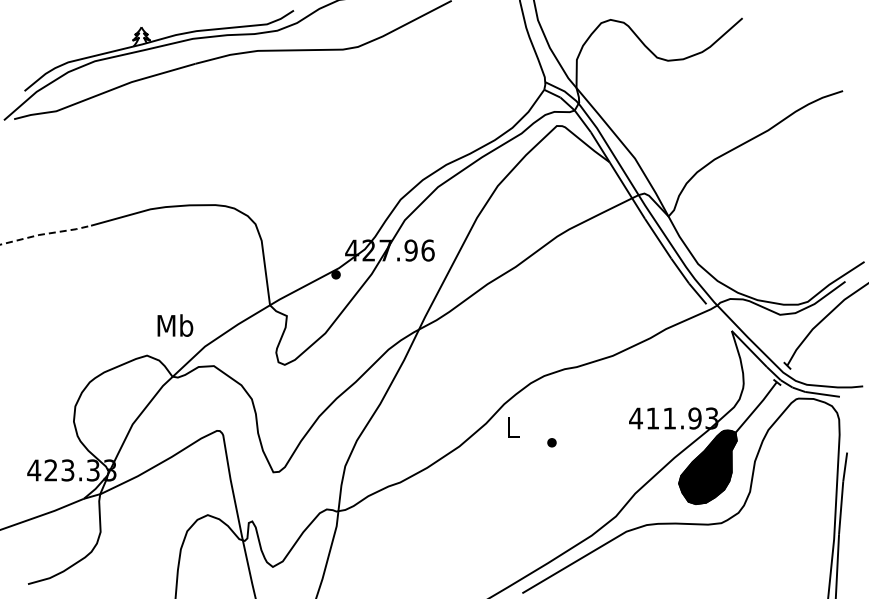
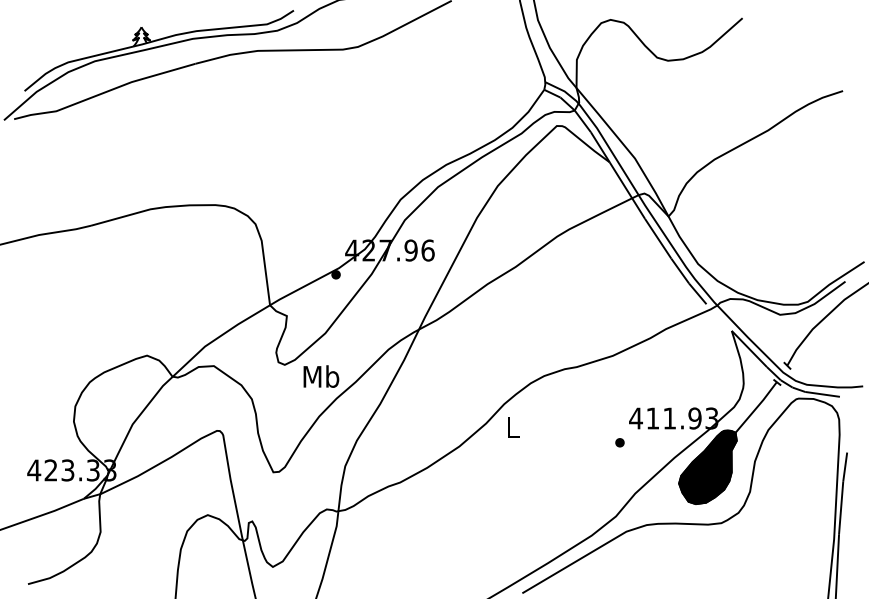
line at (45, 233): dashed -> solid
text at (175, 325) position: (175, 325) -> (321, 376)
part at (551, 442) position: (551, 442) -> (619, 442)
